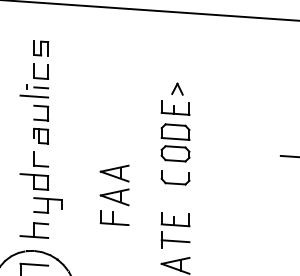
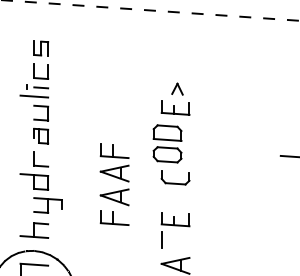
line at (150, 10): solid -> dashed
part at (175, 142) position: (175, 142) -> (167, 143)
part at (114, 150): none -> present
line at (175, 241): present -> none
